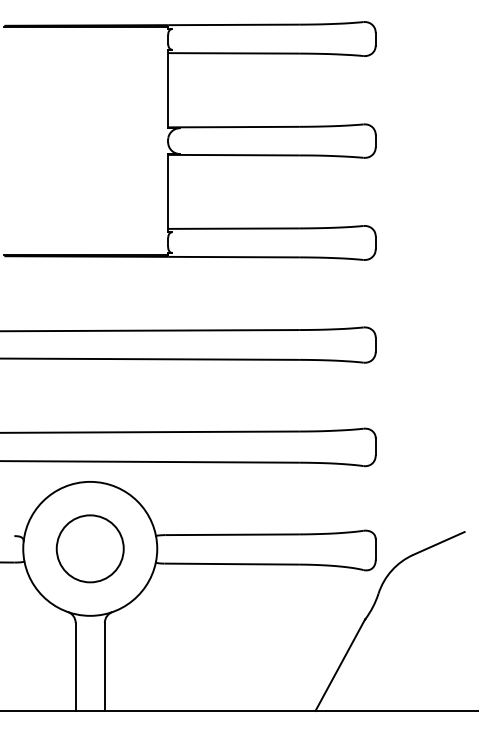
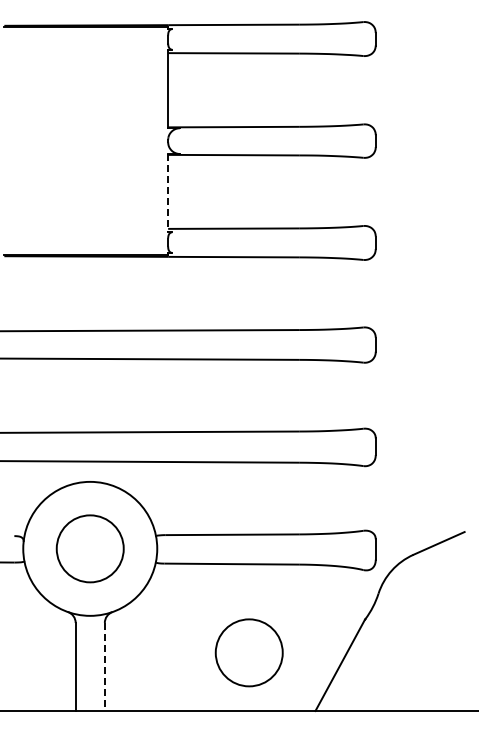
line at (168, 193): solid -> dashed
circle at (248, 652): none -> present
line at (104, 667): solid -> dashed
